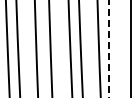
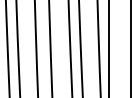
line at (109, 48): dashed -> solid
